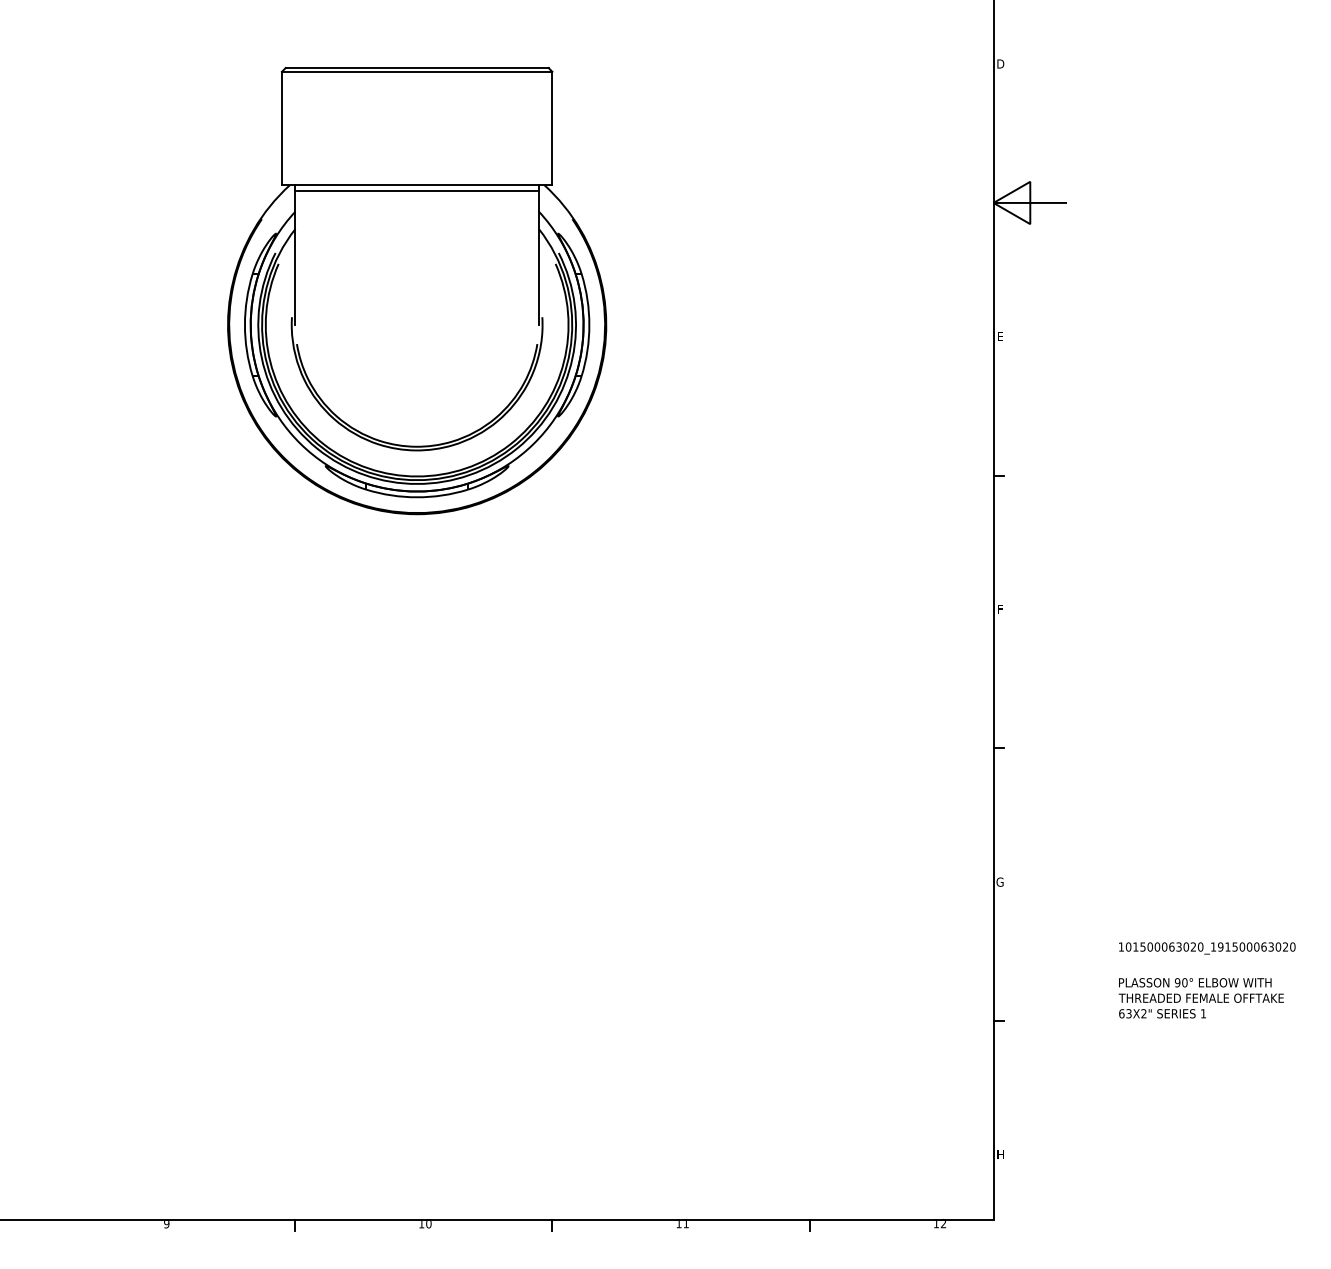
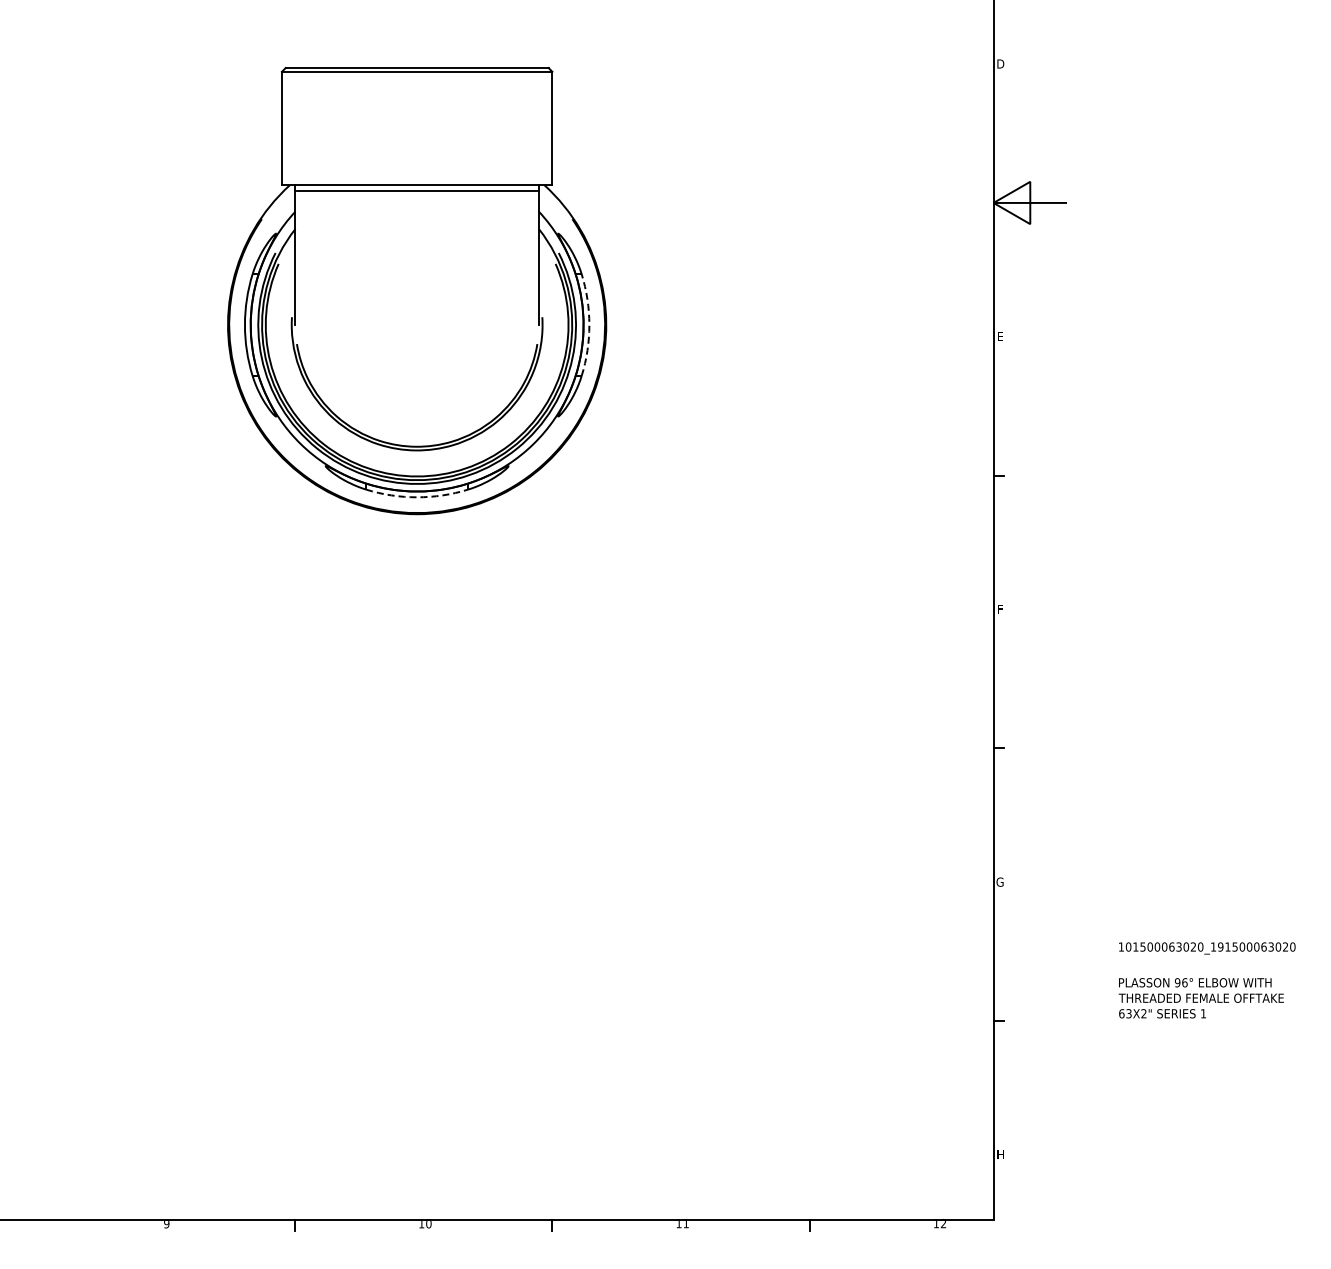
arc at (589, 325): solid -> dashed
arc at (417, 497): solid -> dashed
text at (1184, 982): 90° -> 96°
